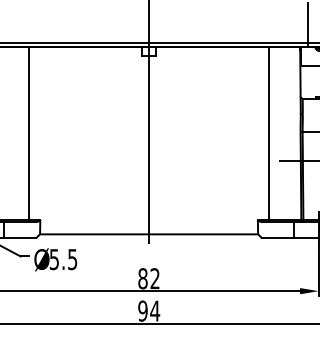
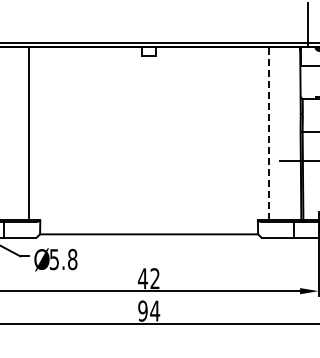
line at (149, 123): present -> none
line at (269, 133): solid -> dashed
text at (72, 259): 5.5 -> 5.8
text at (142, 278): 82 -> 42
